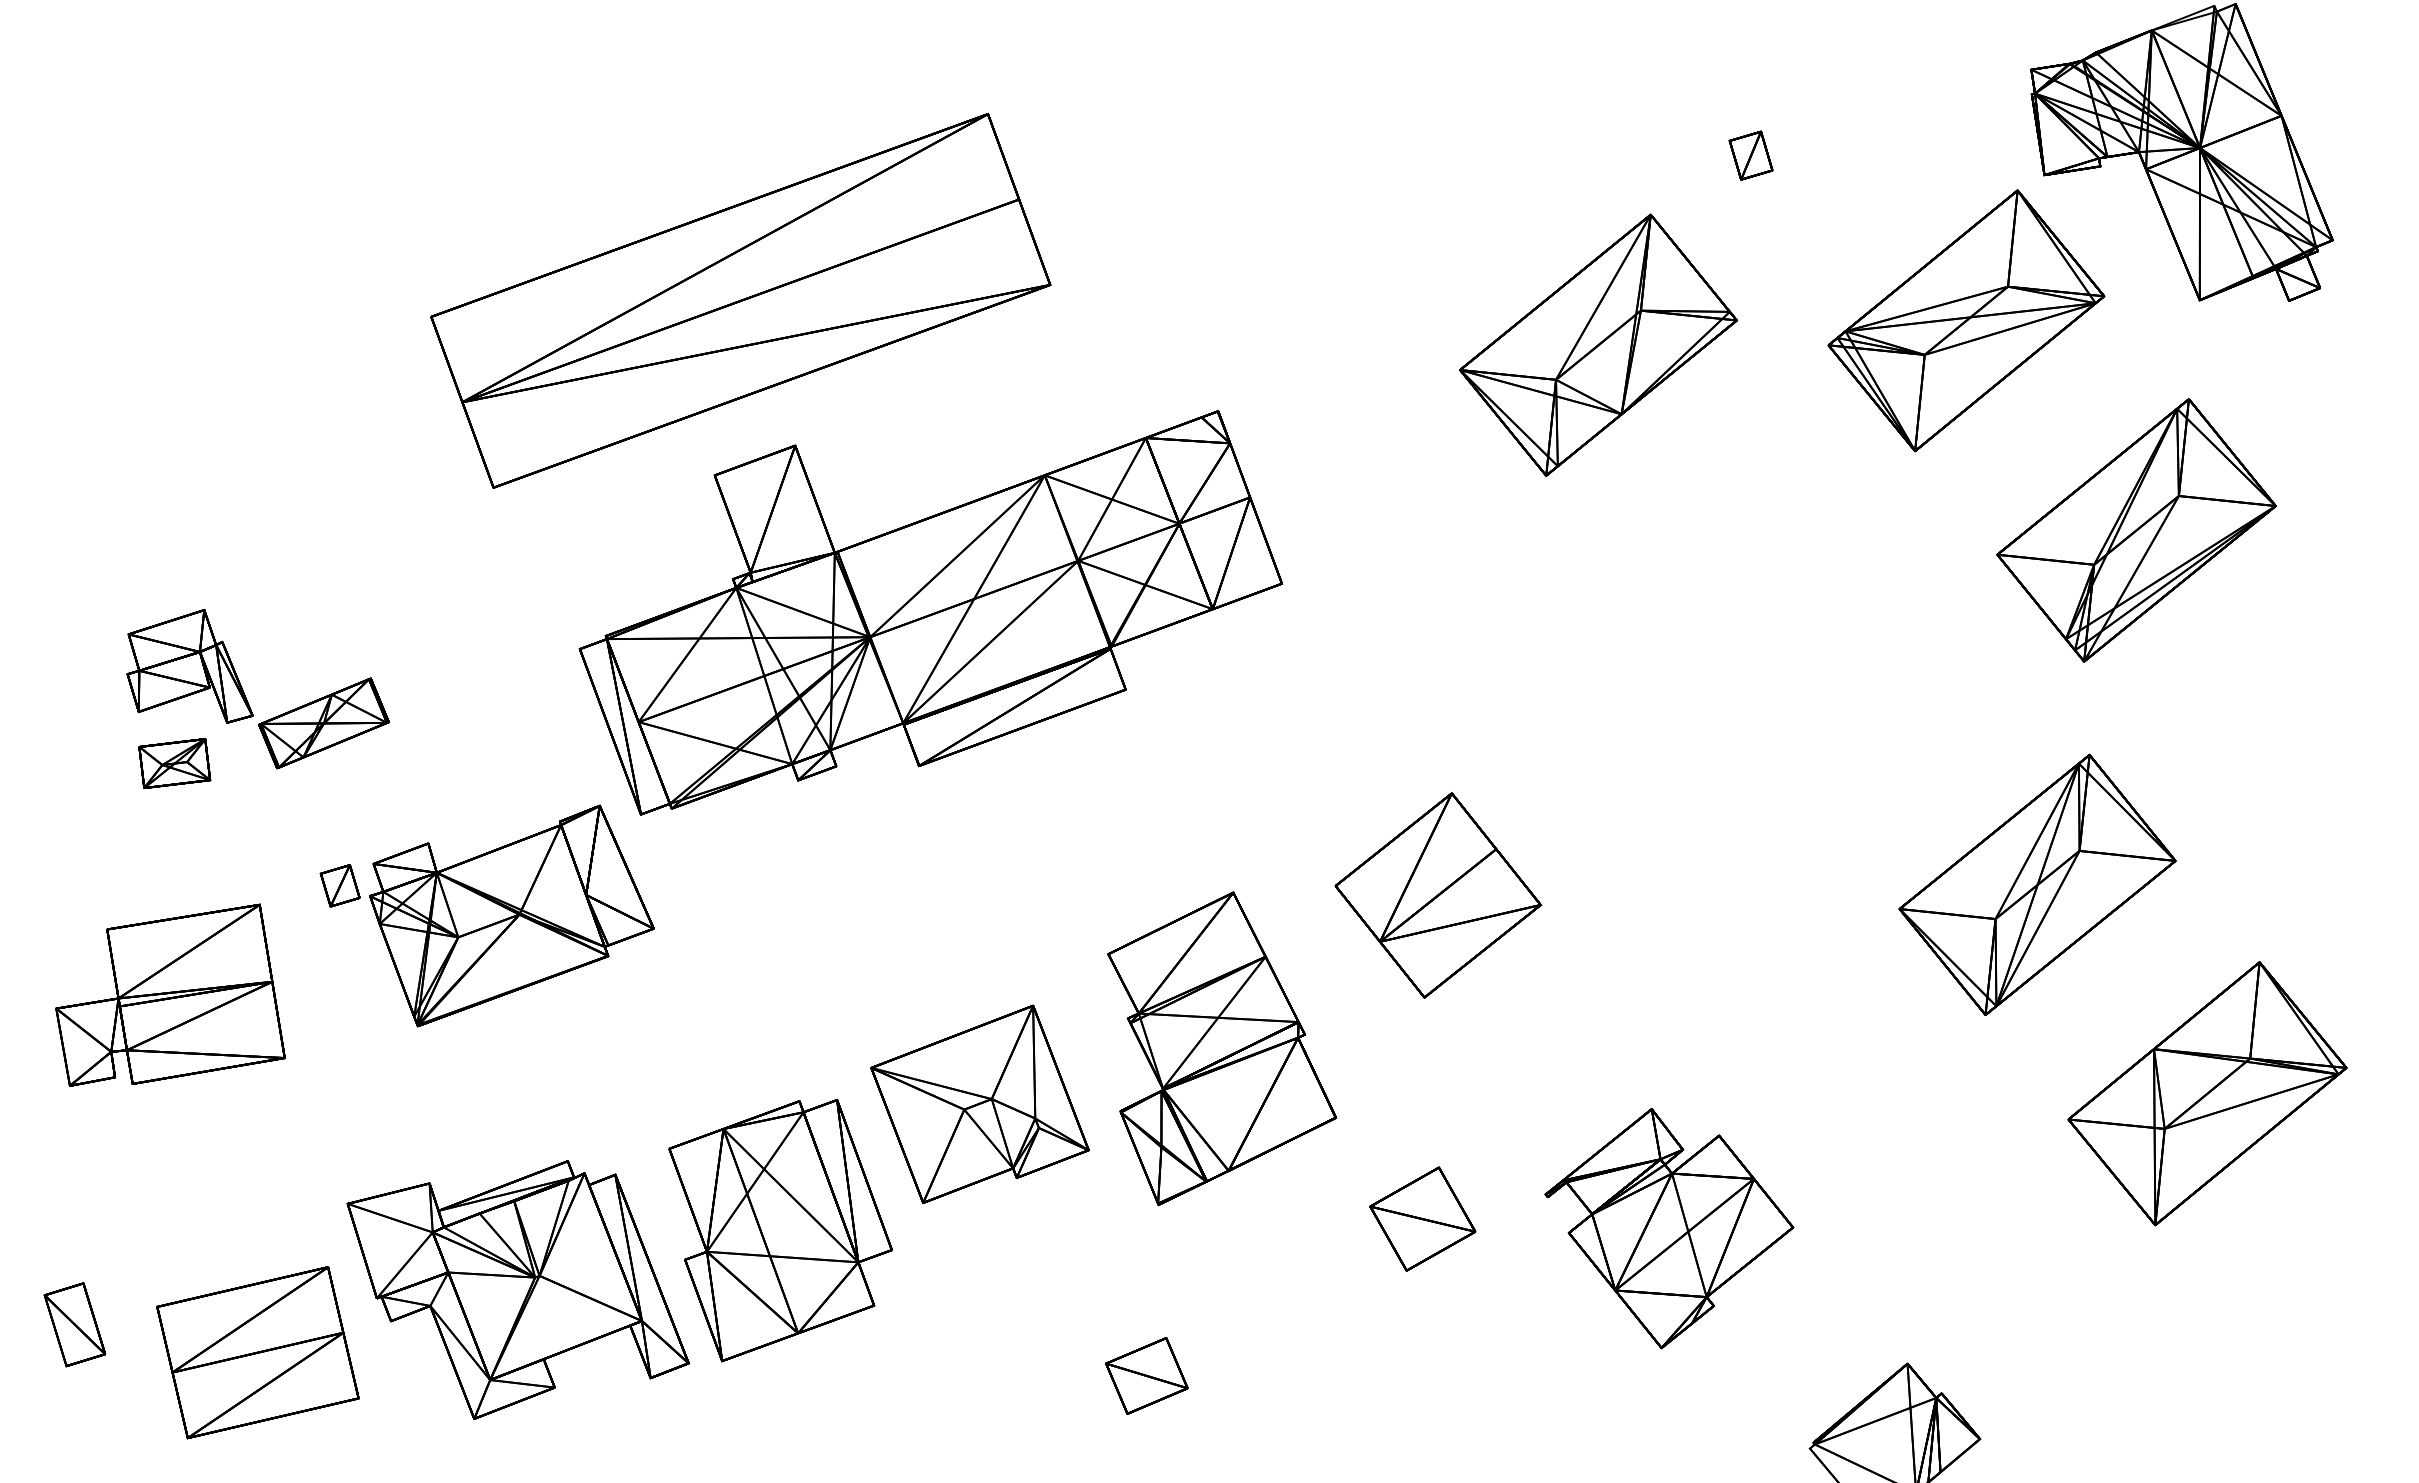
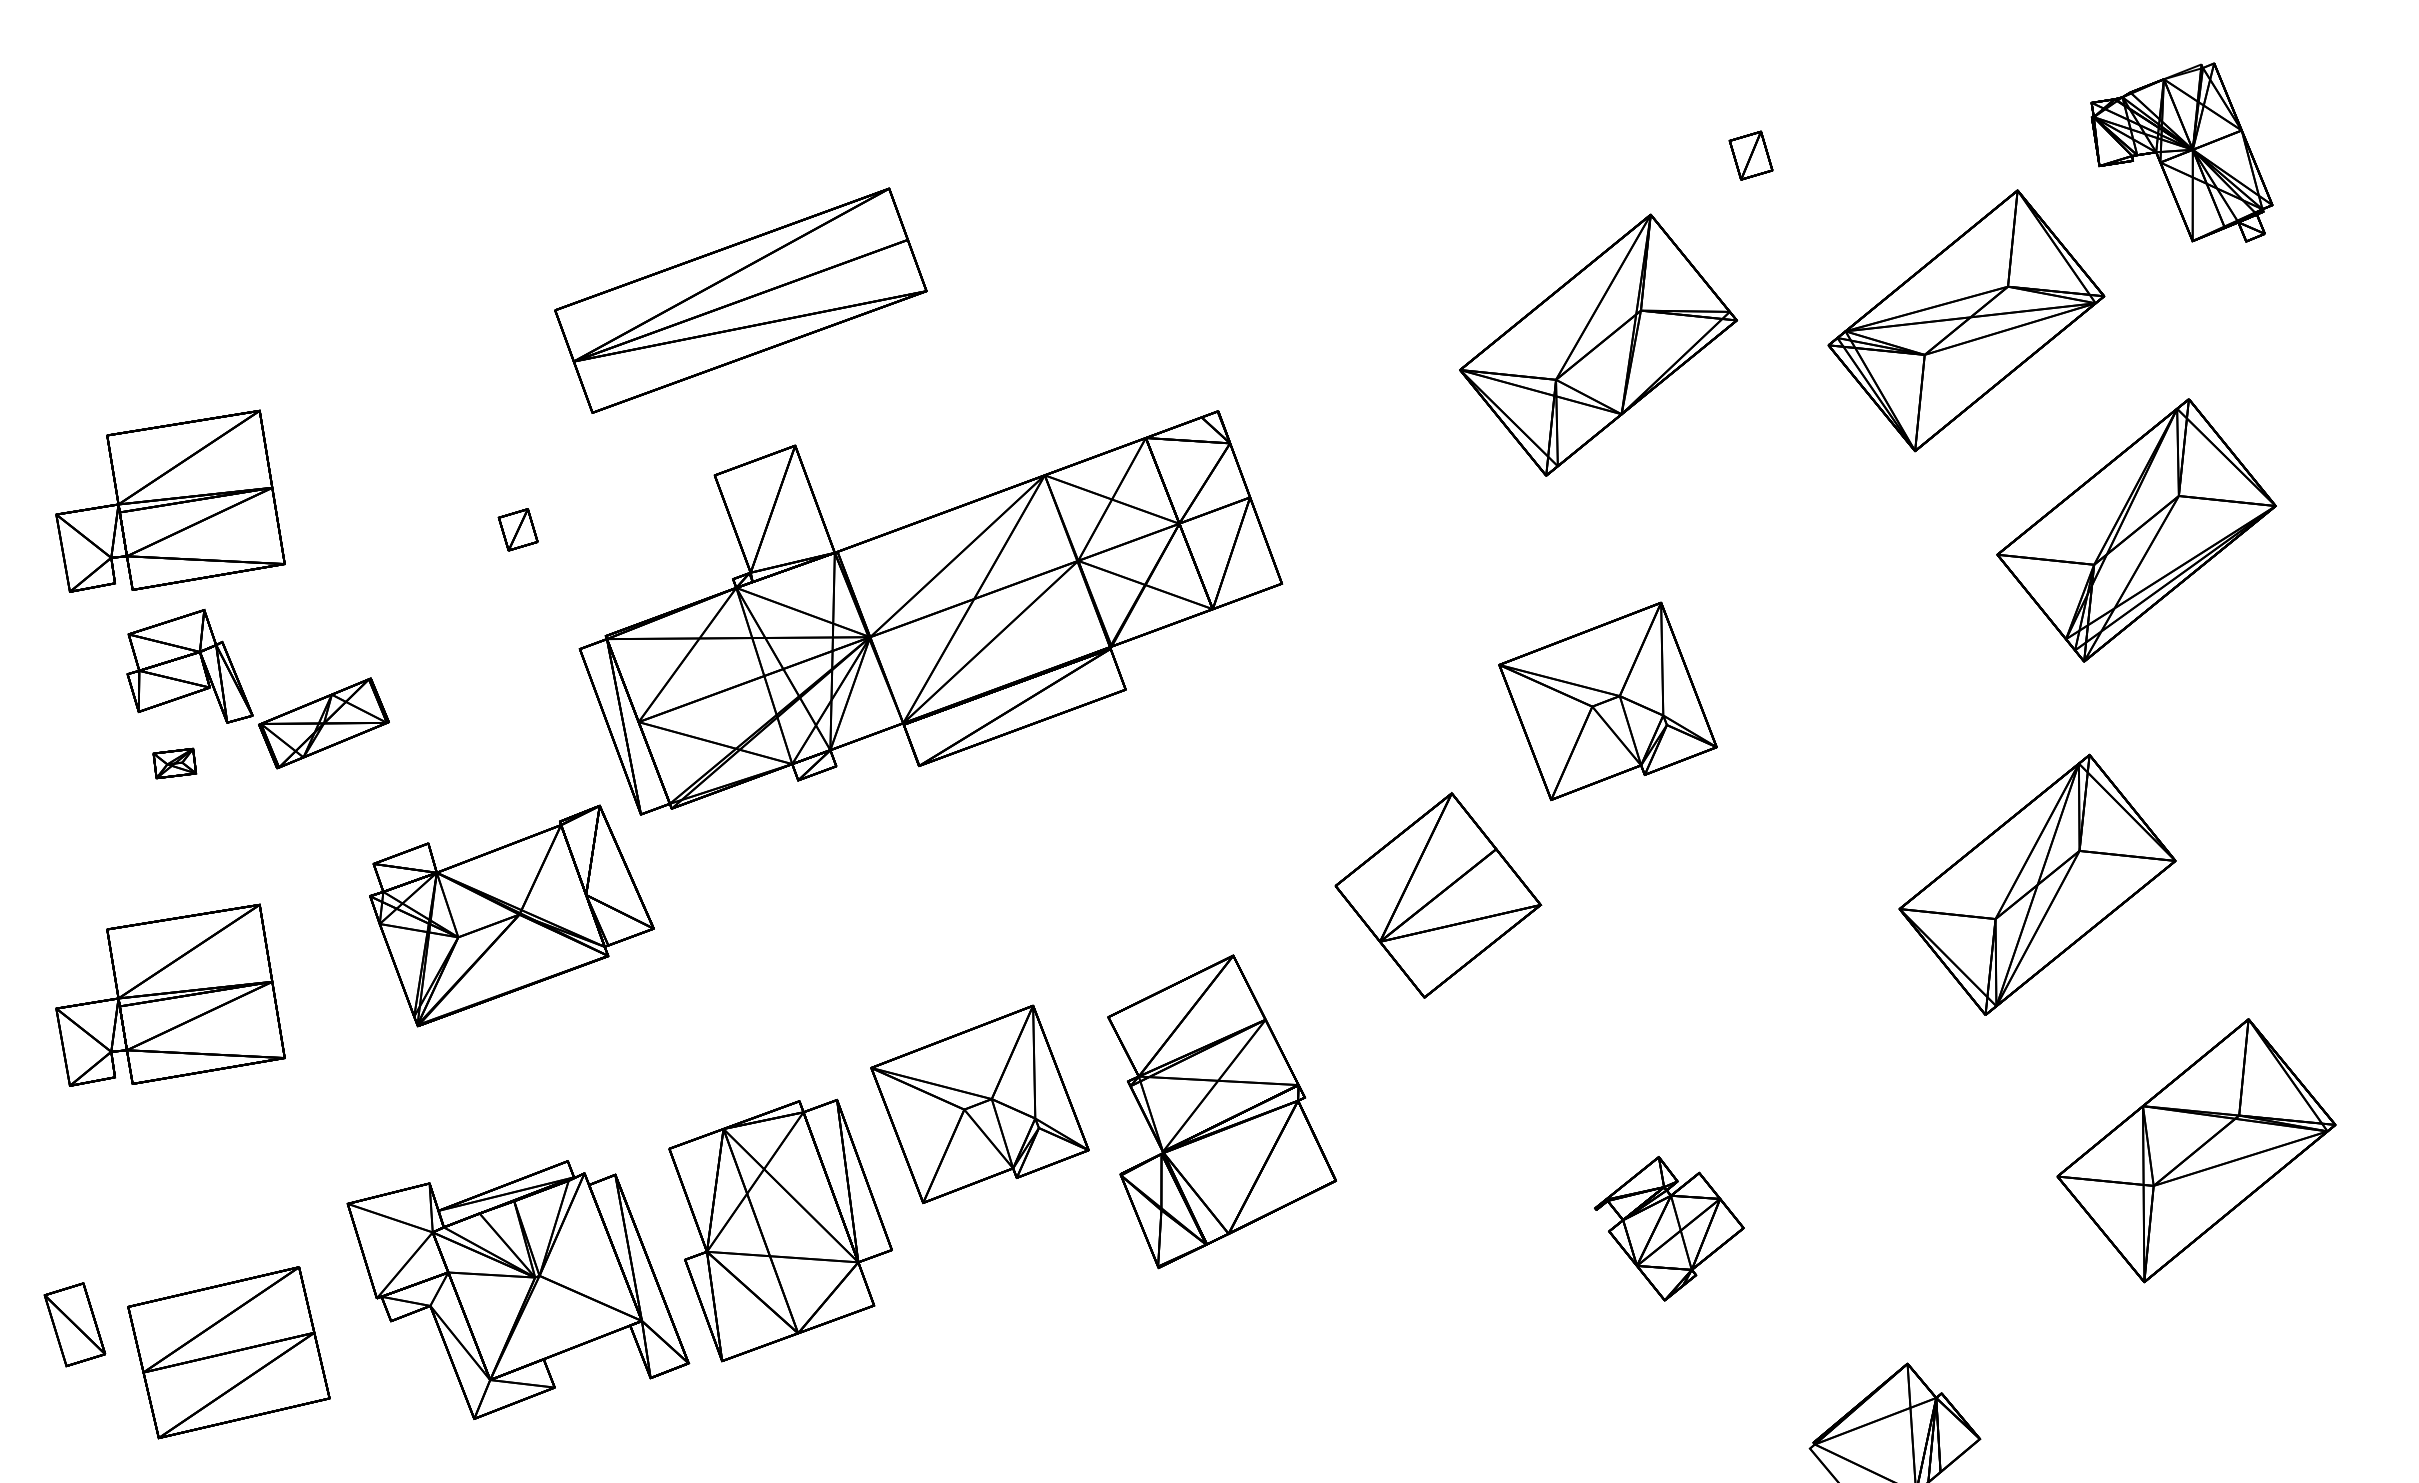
part at (2181, 152) size: 304x299 px -> 184x181 px
part at (740, 300) size: 622x377 px -> 374x227 px
part at (170, 500): none -> present
part at (1607, 701): none -> present
part at (174, 763) size: 74x51 px -> 46x33 px
part at (339, 885) position: (339, 885) -> (517, 529)
part at (1221, 1048) position: (1221, 1048) -> (1221, 1111)
part at (2207, 1093) position: (2207, 1093) -> (2196, 1150)
part at (1422, 1218): present -> none
part at (1669, 1228) size: 251x242 px -> 151x146 px
part at (257, 1352) position: (257, 1352) -> (228, 1352)
part at (1146, 1375): present -> none
